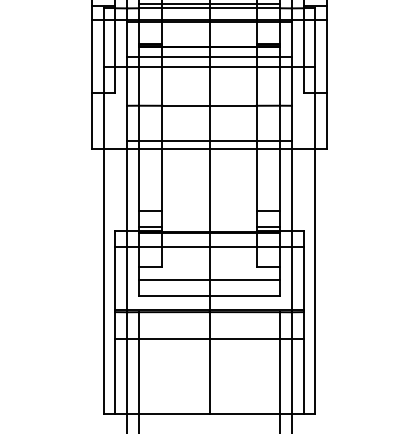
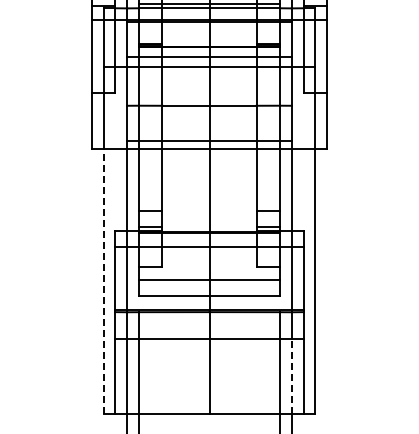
line at (103, 280): solid -> dashed
line at (291, 375): solid -> dashed
